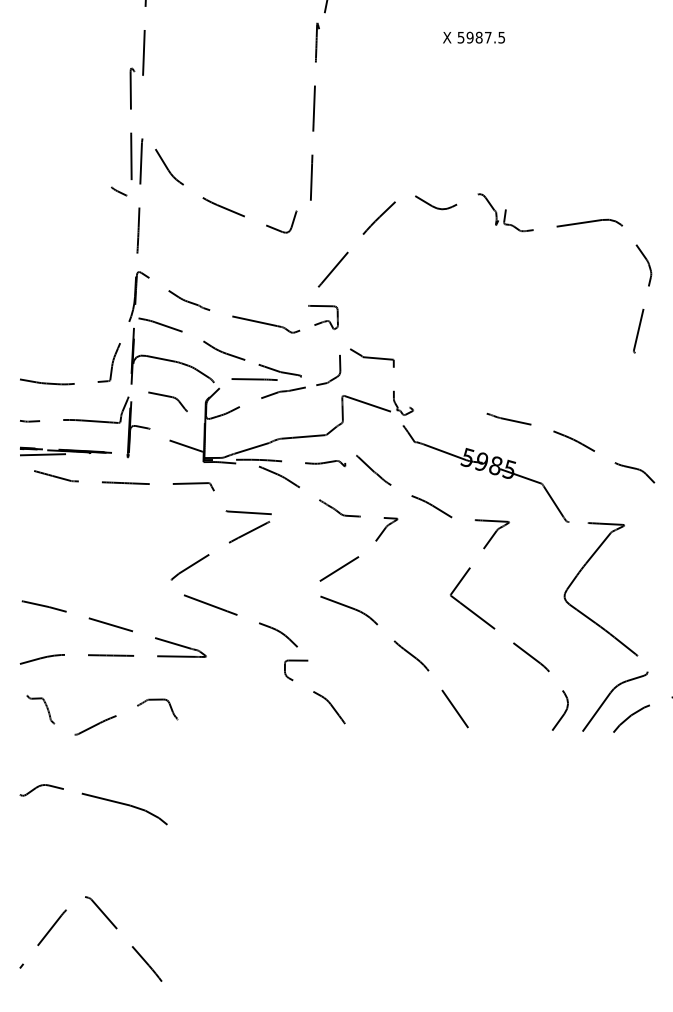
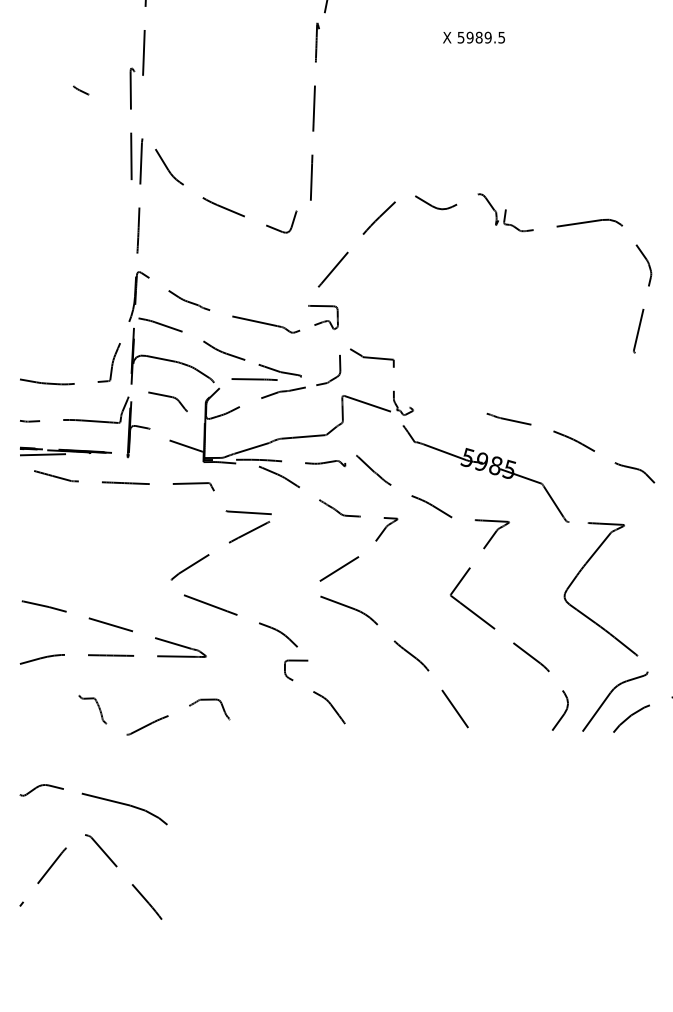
text at (487, 37): 5987.5 -> 5989.5
line at (119, 191) position: (119, 191) -> (81, 90)
part at (102, 714) position: (102, 714) -> (154, 714)
curve at (111, 924) position: (111, 924) -> (111, 862)
